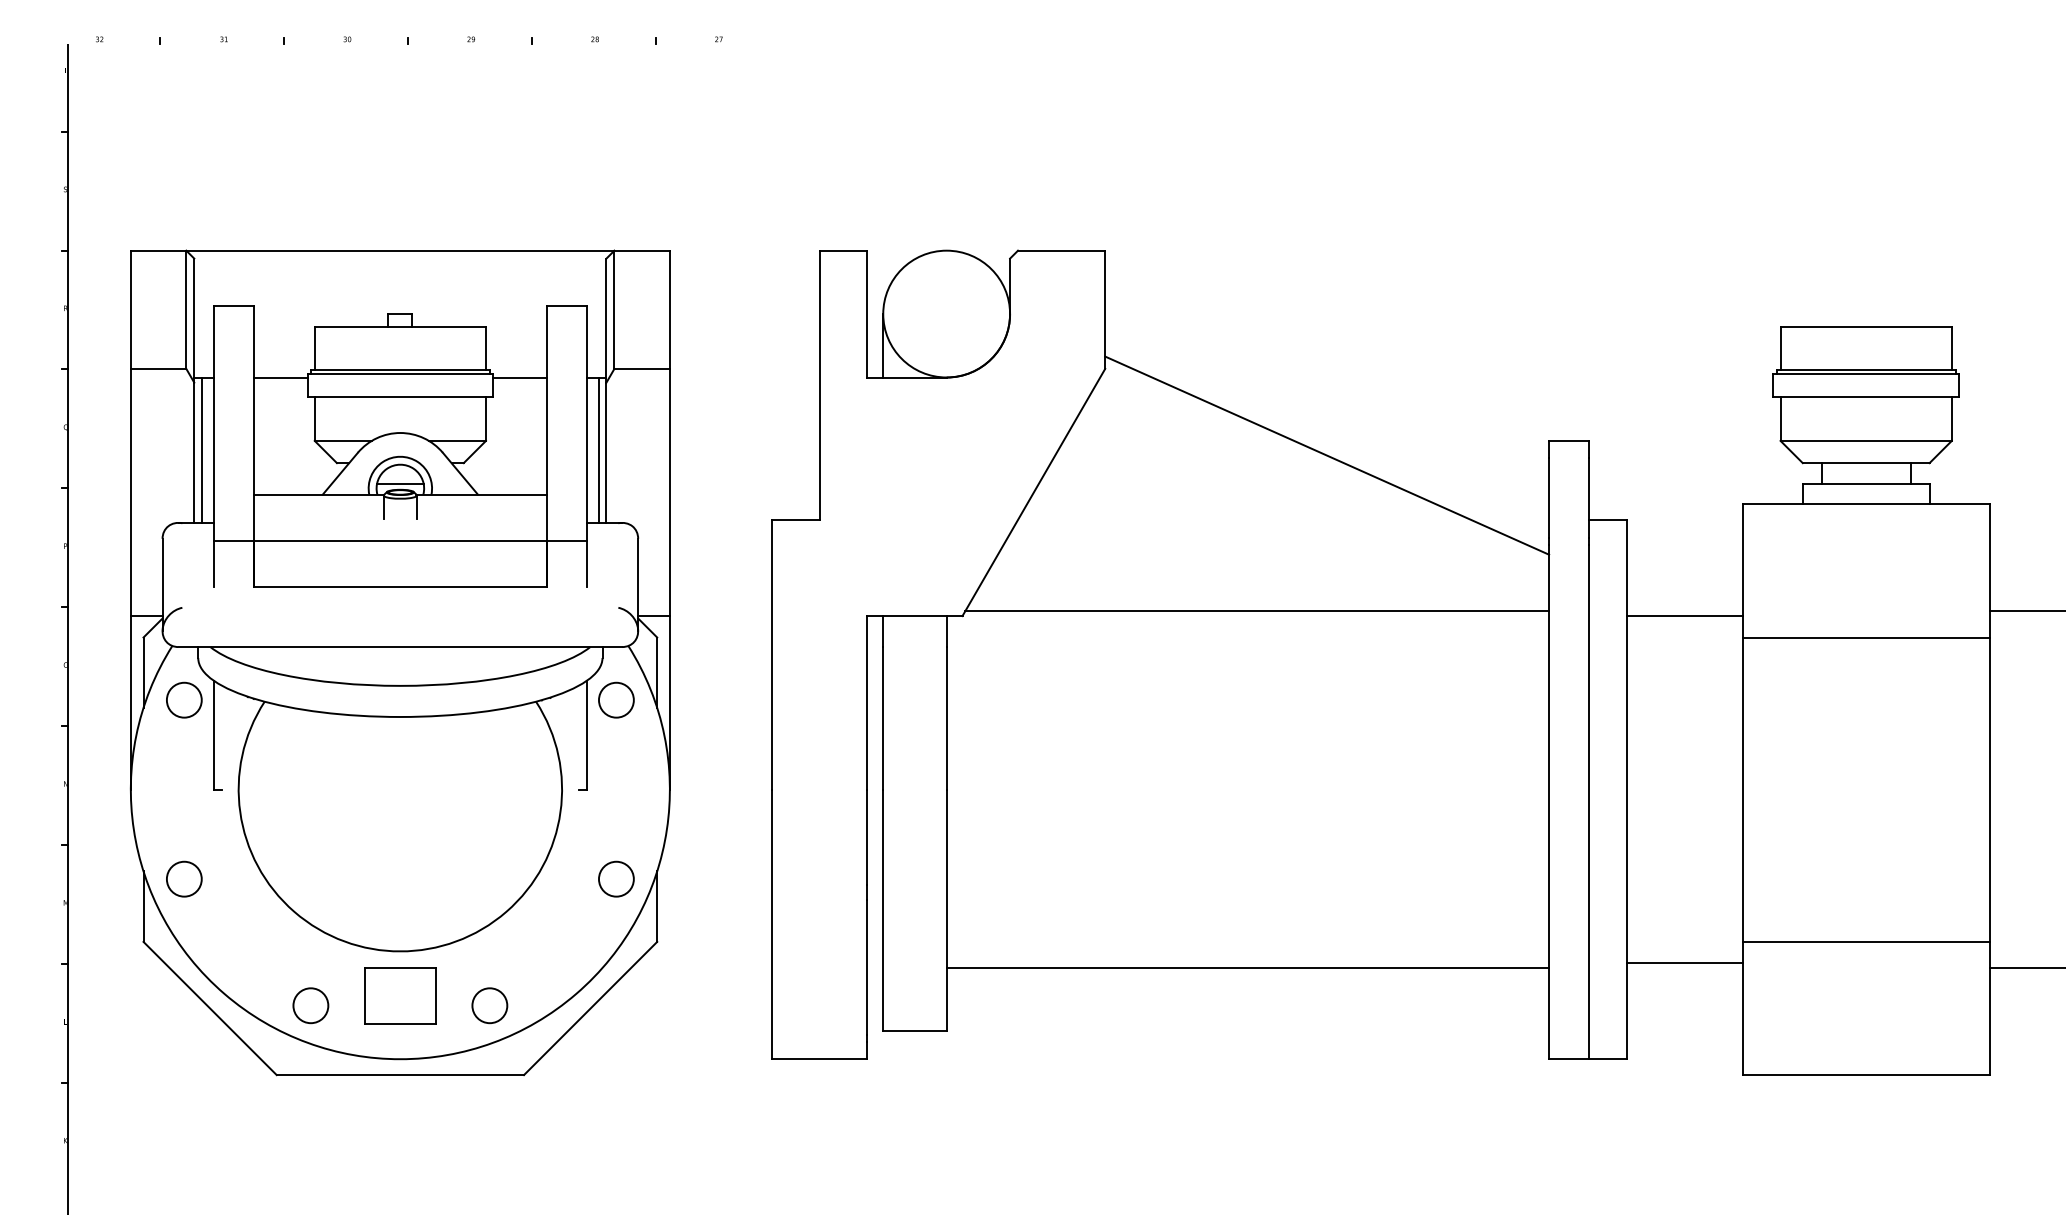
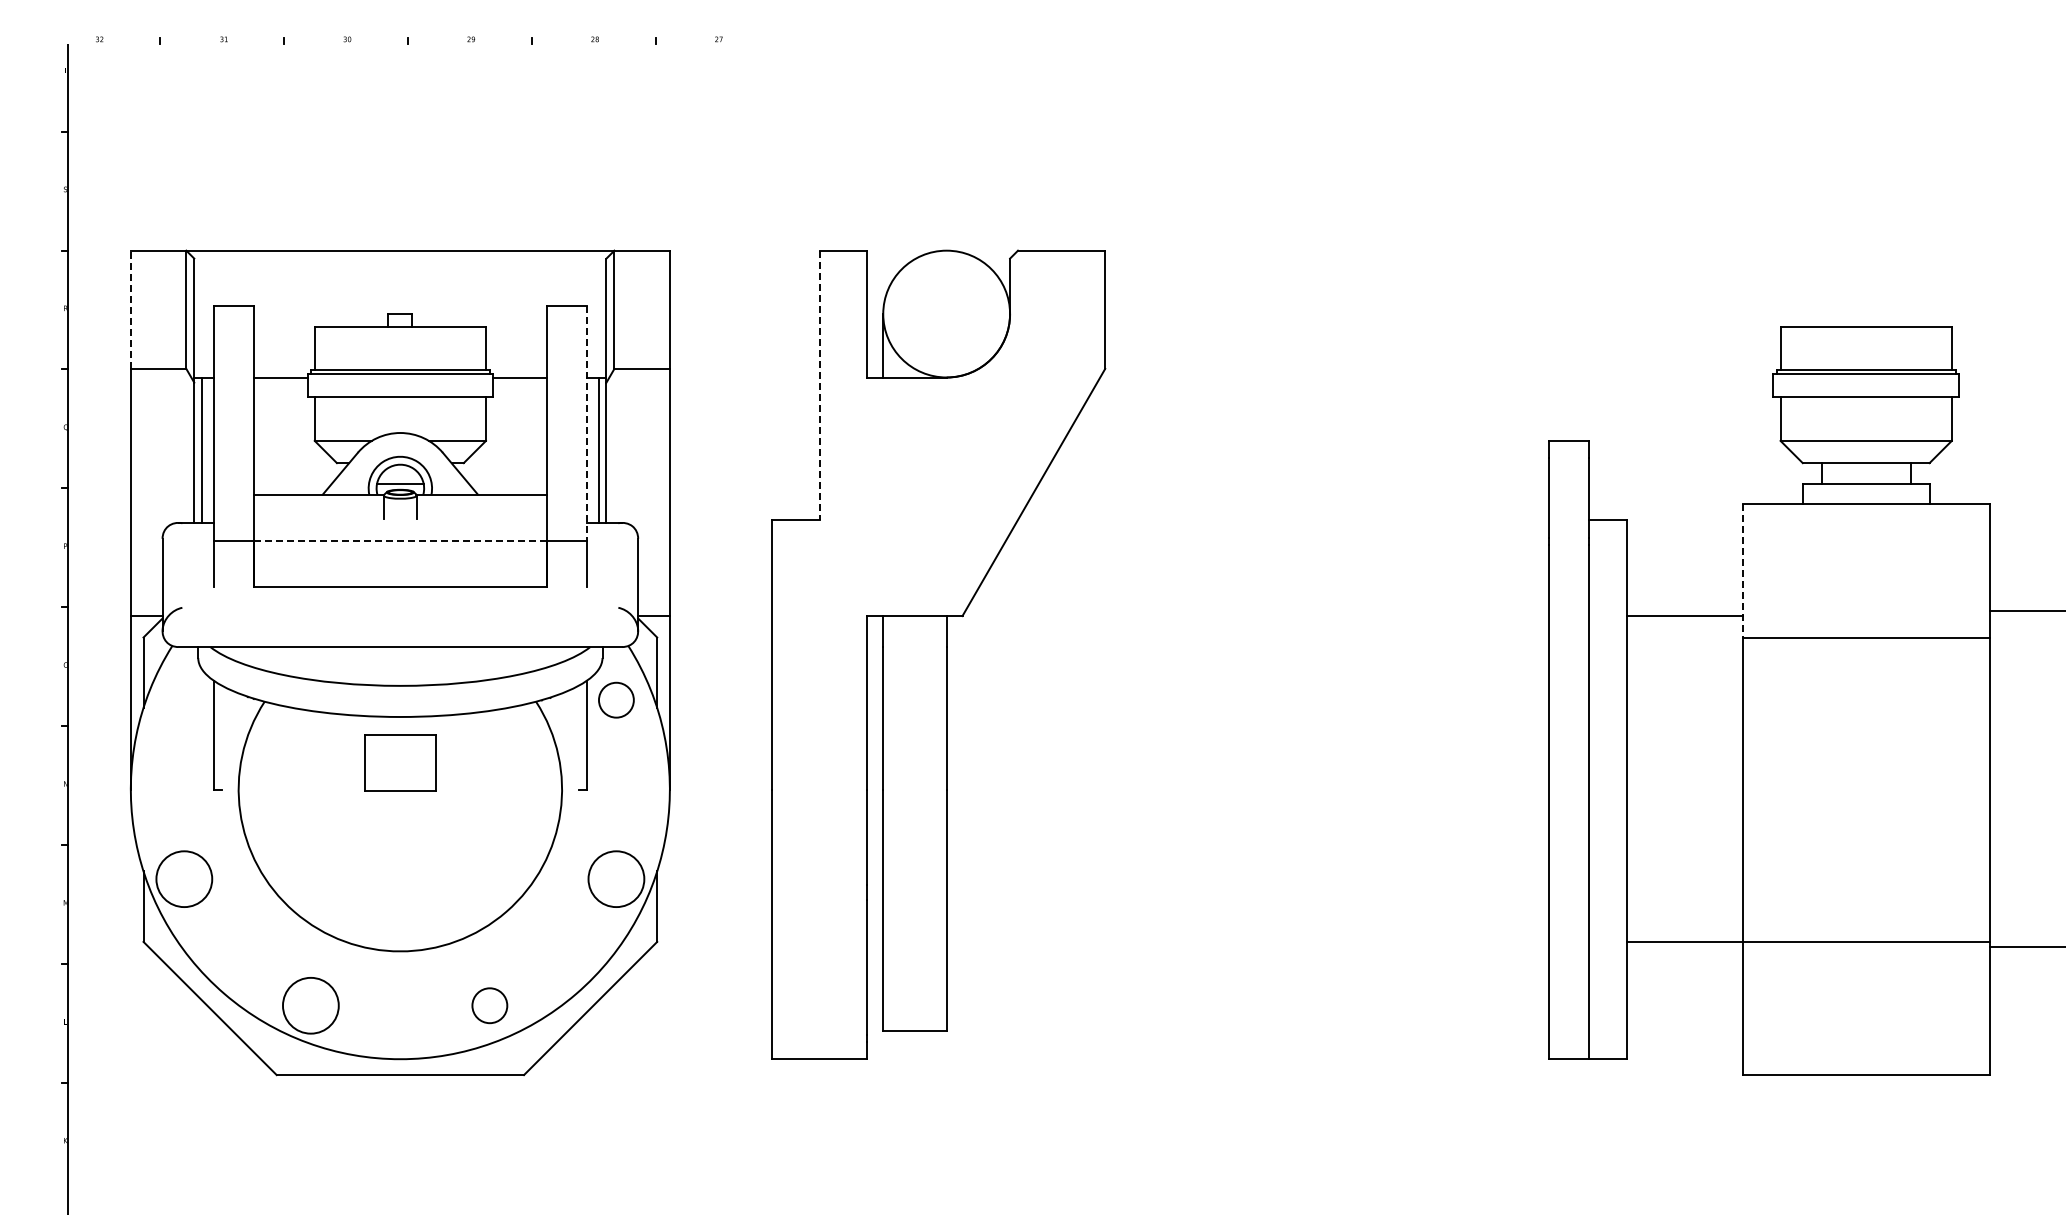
line at (130, 309): solid -> dashed
line at (819, 385): solid -> dashed
line at (586, 424): solid -> dashed
line at (1327, 455): present -> none
line at (400, 540): solid -> dashed
line at (1742, 570): solid -> dashed
line at (1257, 611): present -> none
circle at (184, 699): present -> none
circle at (183, 878) diameter: 35 px -> 56 px
circle at (616, 878) diameter: 35 px -> 56 px
line at (1684, 963) position: (1684, 963) -> (1684, 942)
line at (1247, 968): present -> none
line at (2025, 968) position: (2025, 968) -> (2025, 947)
part at (400, 995) position: (400, 995) -> (400, 762)
circle at (310, 1005) diameter: 35 px -> 56 px
